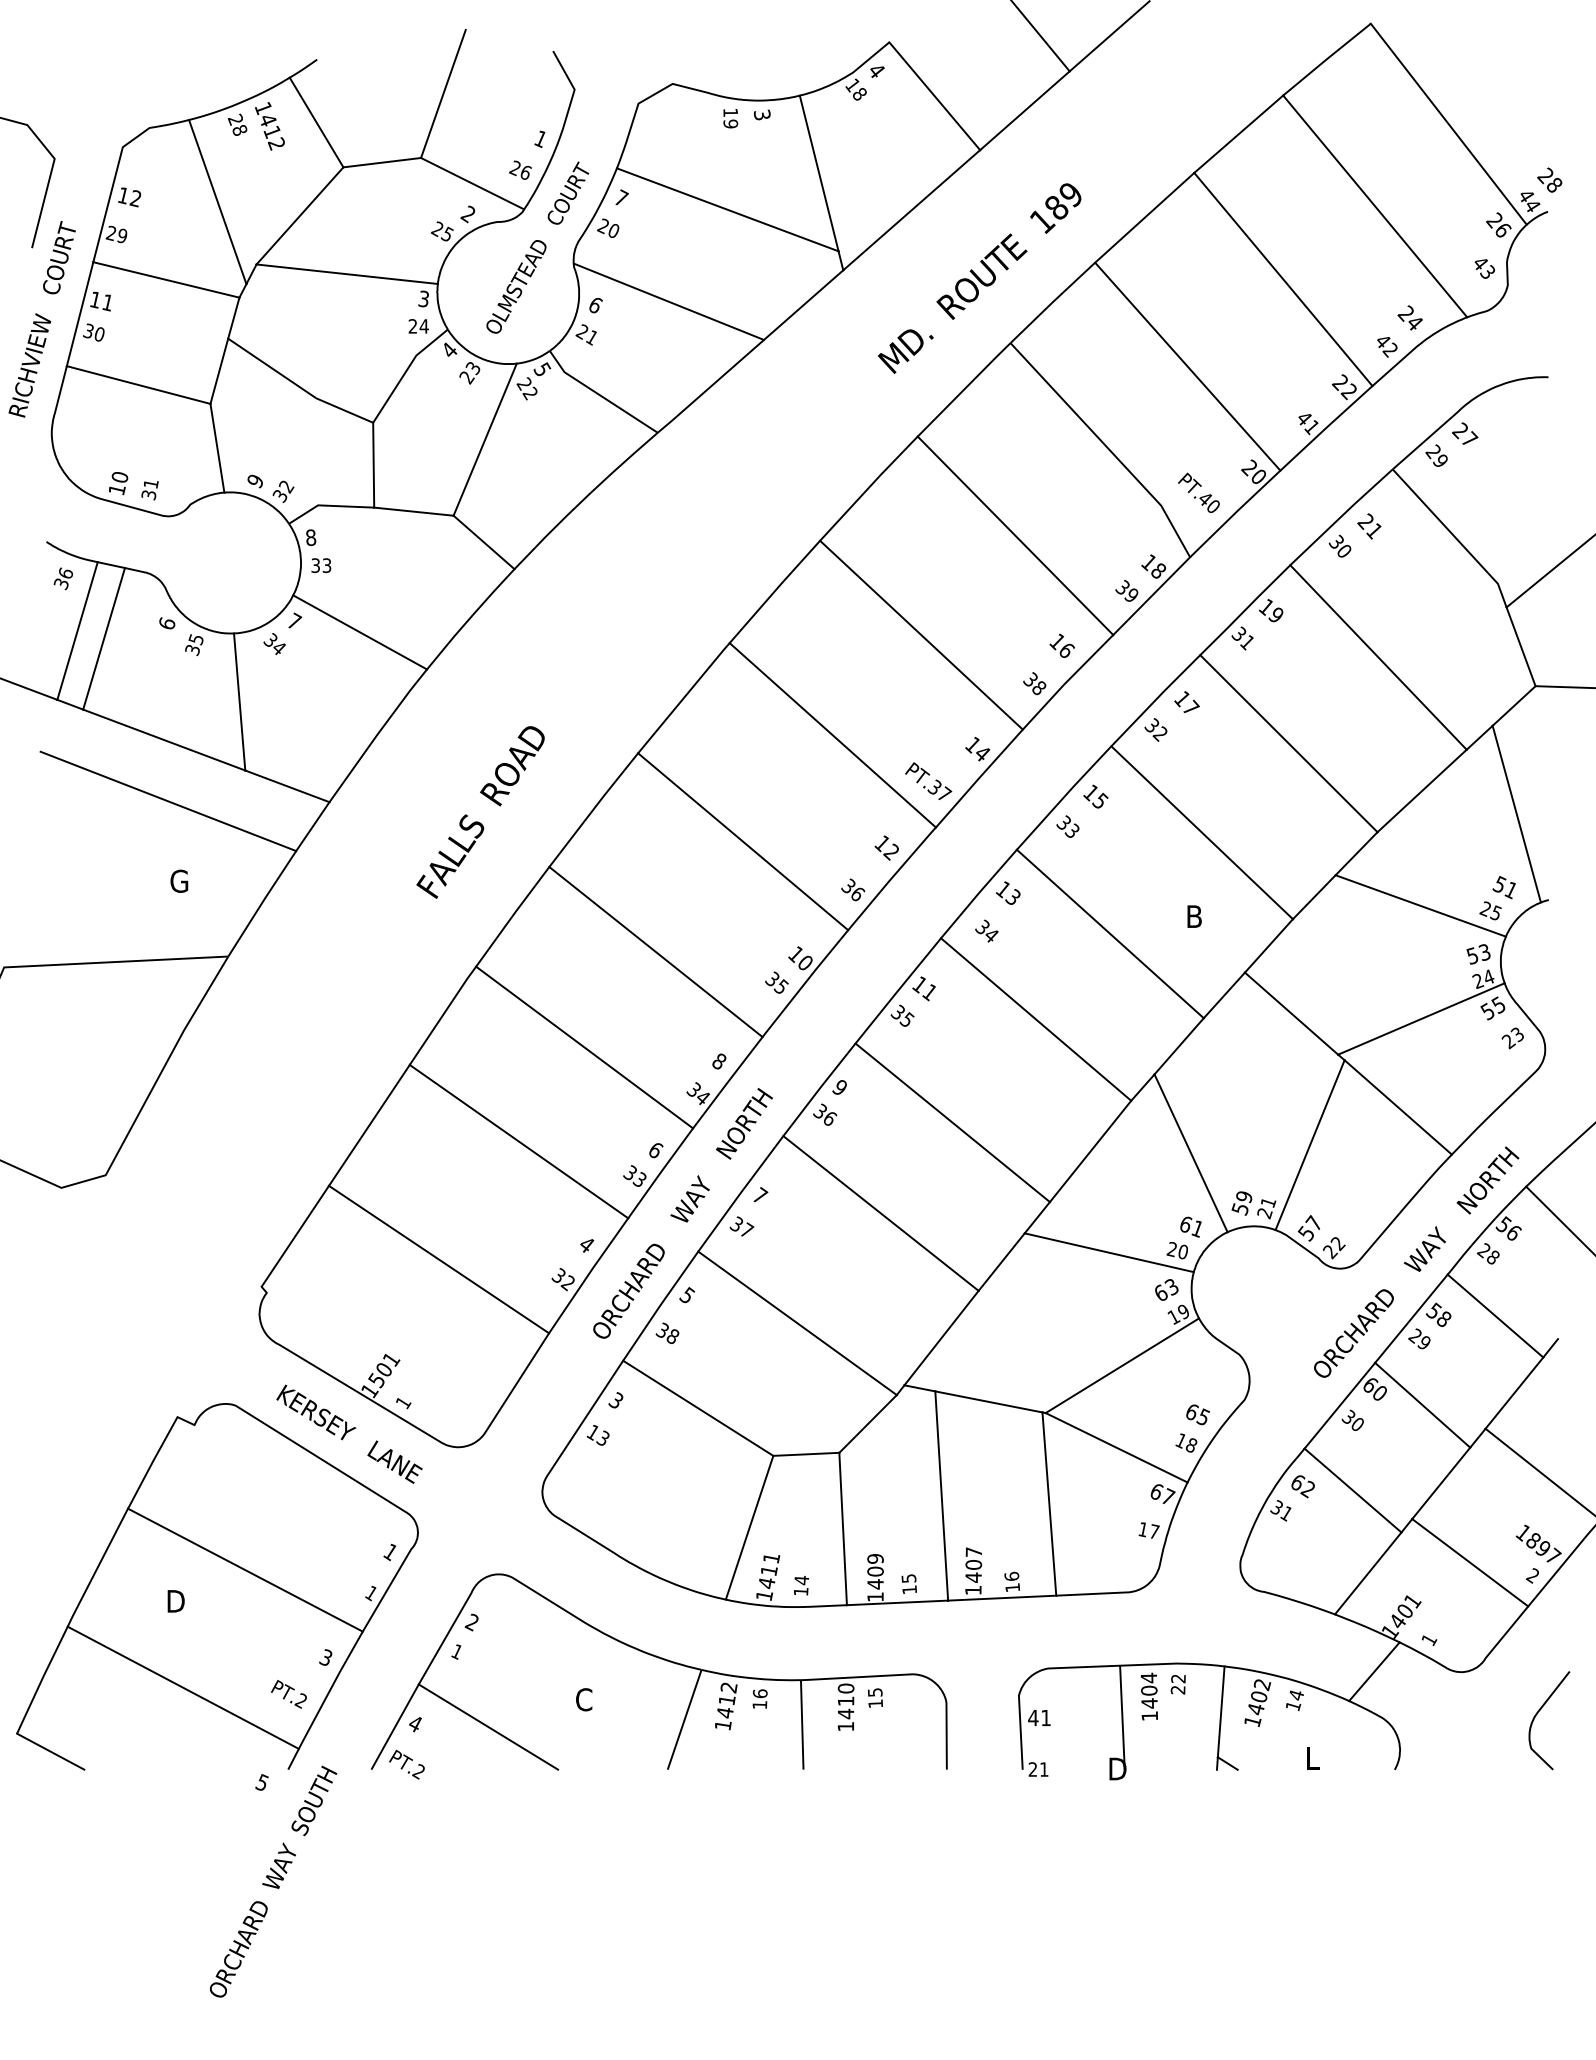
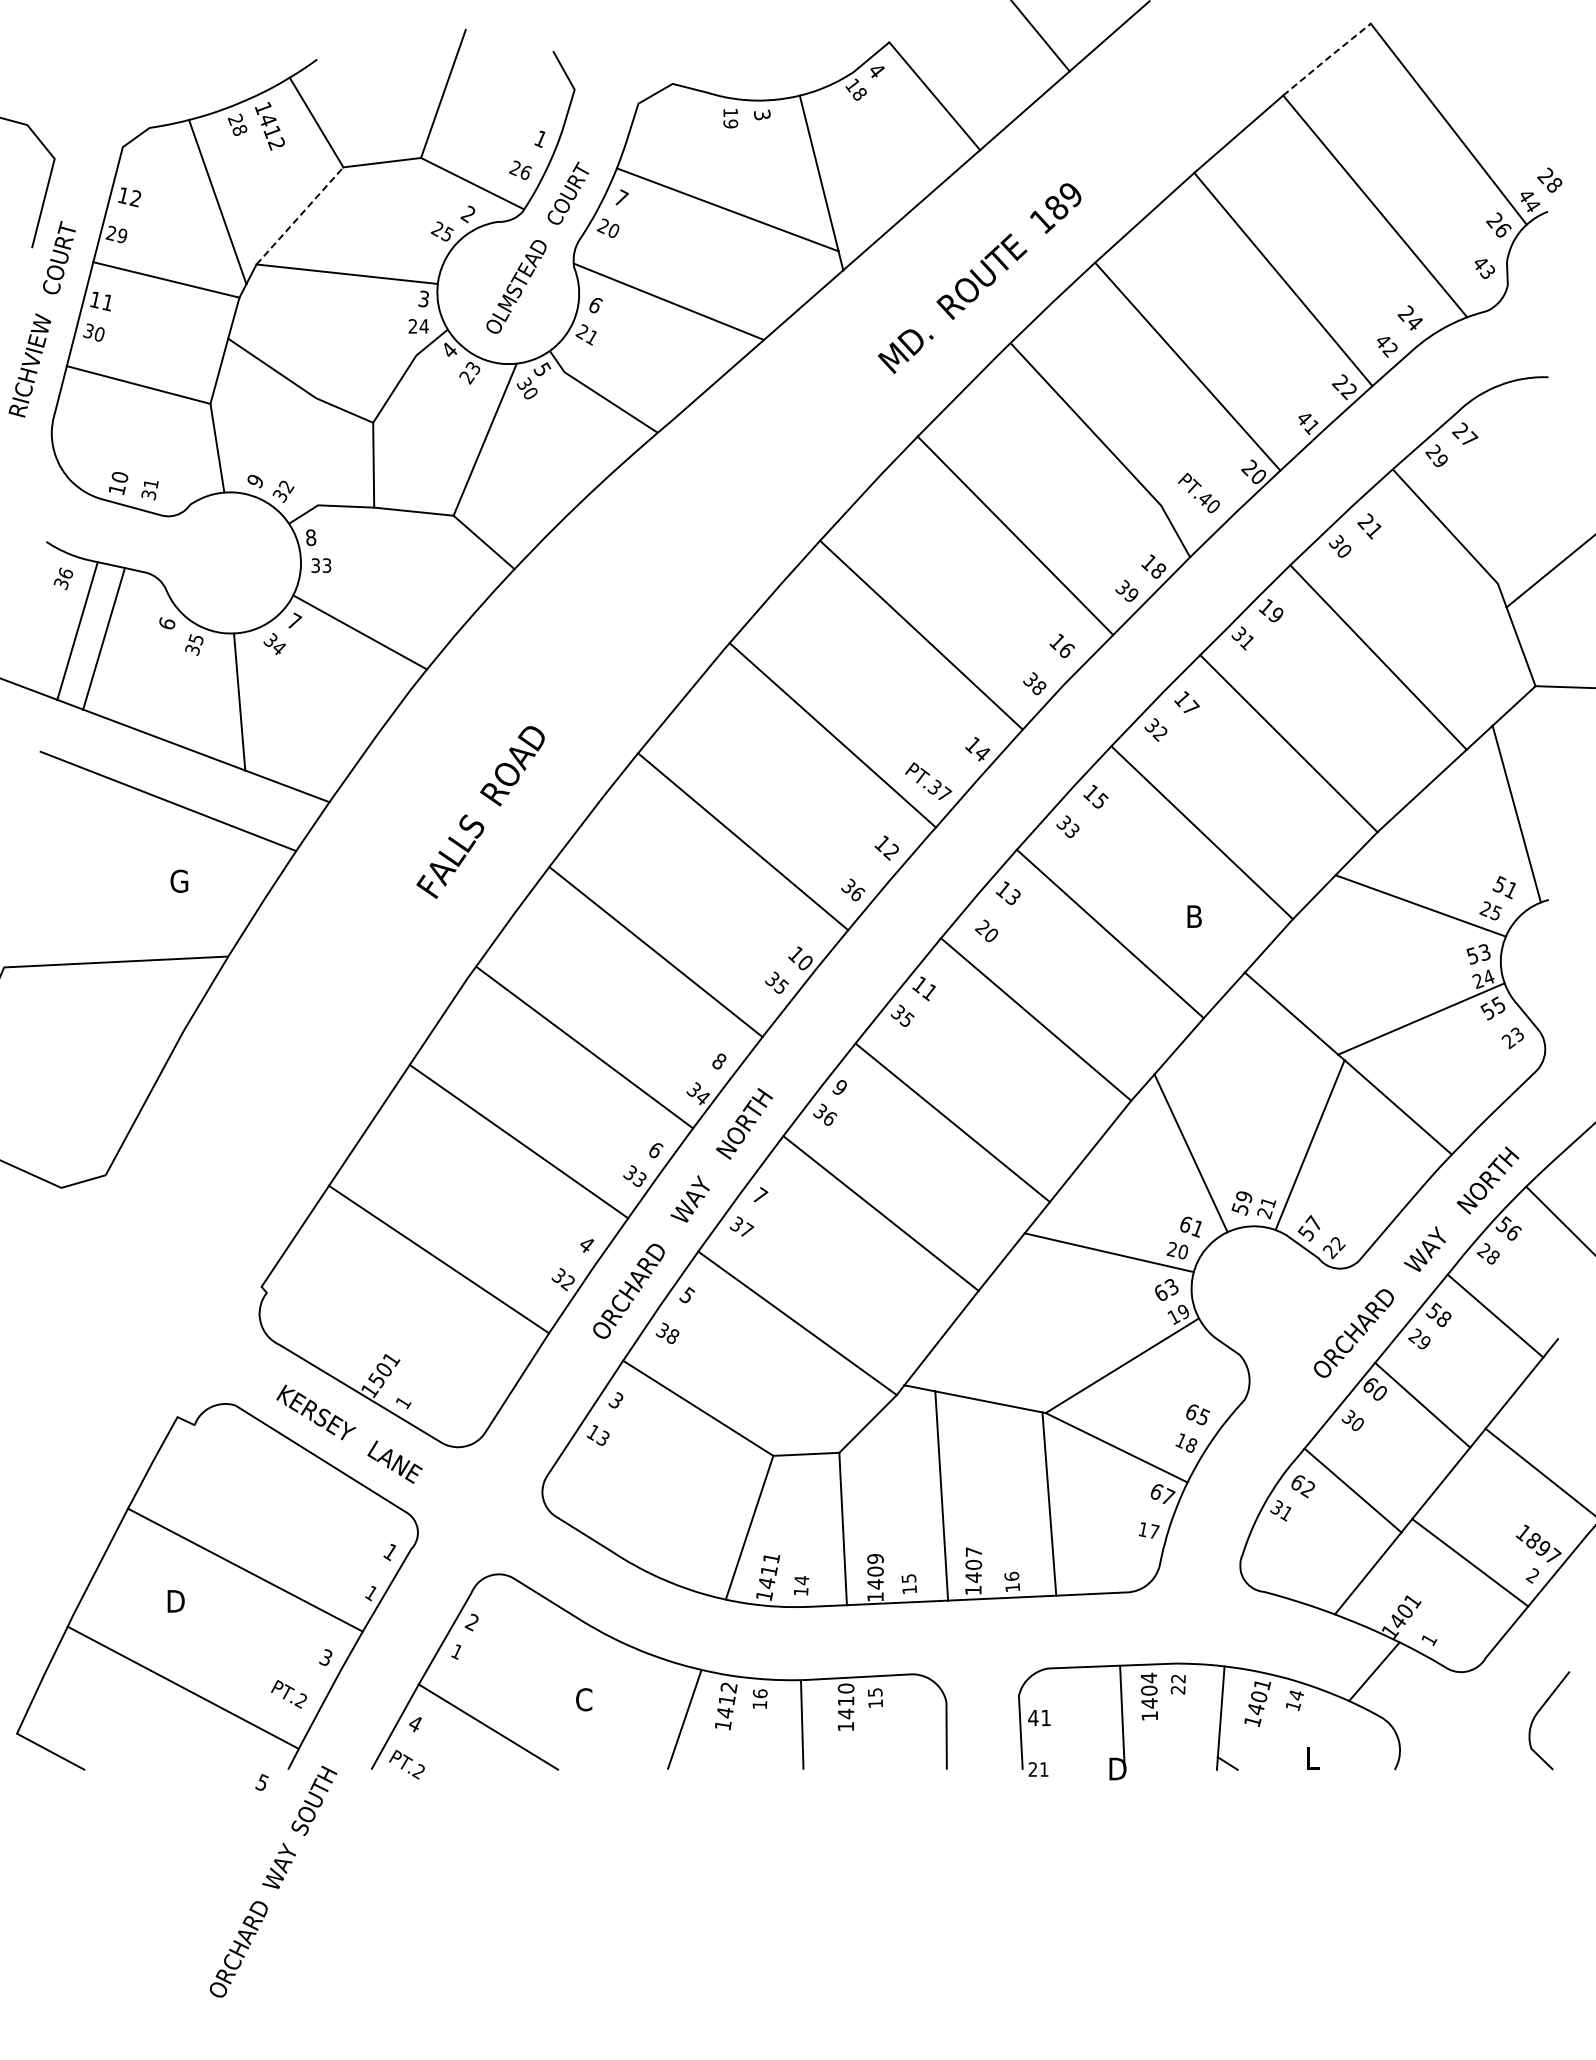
line at (1326, 59): solid -> dashed
line at (300, 215): solid -> dashed
text at (526, 388): 22 -> 30
text at (986, 930): 34 -> 20
text at (1262, 1685): 1402 -> 1401
